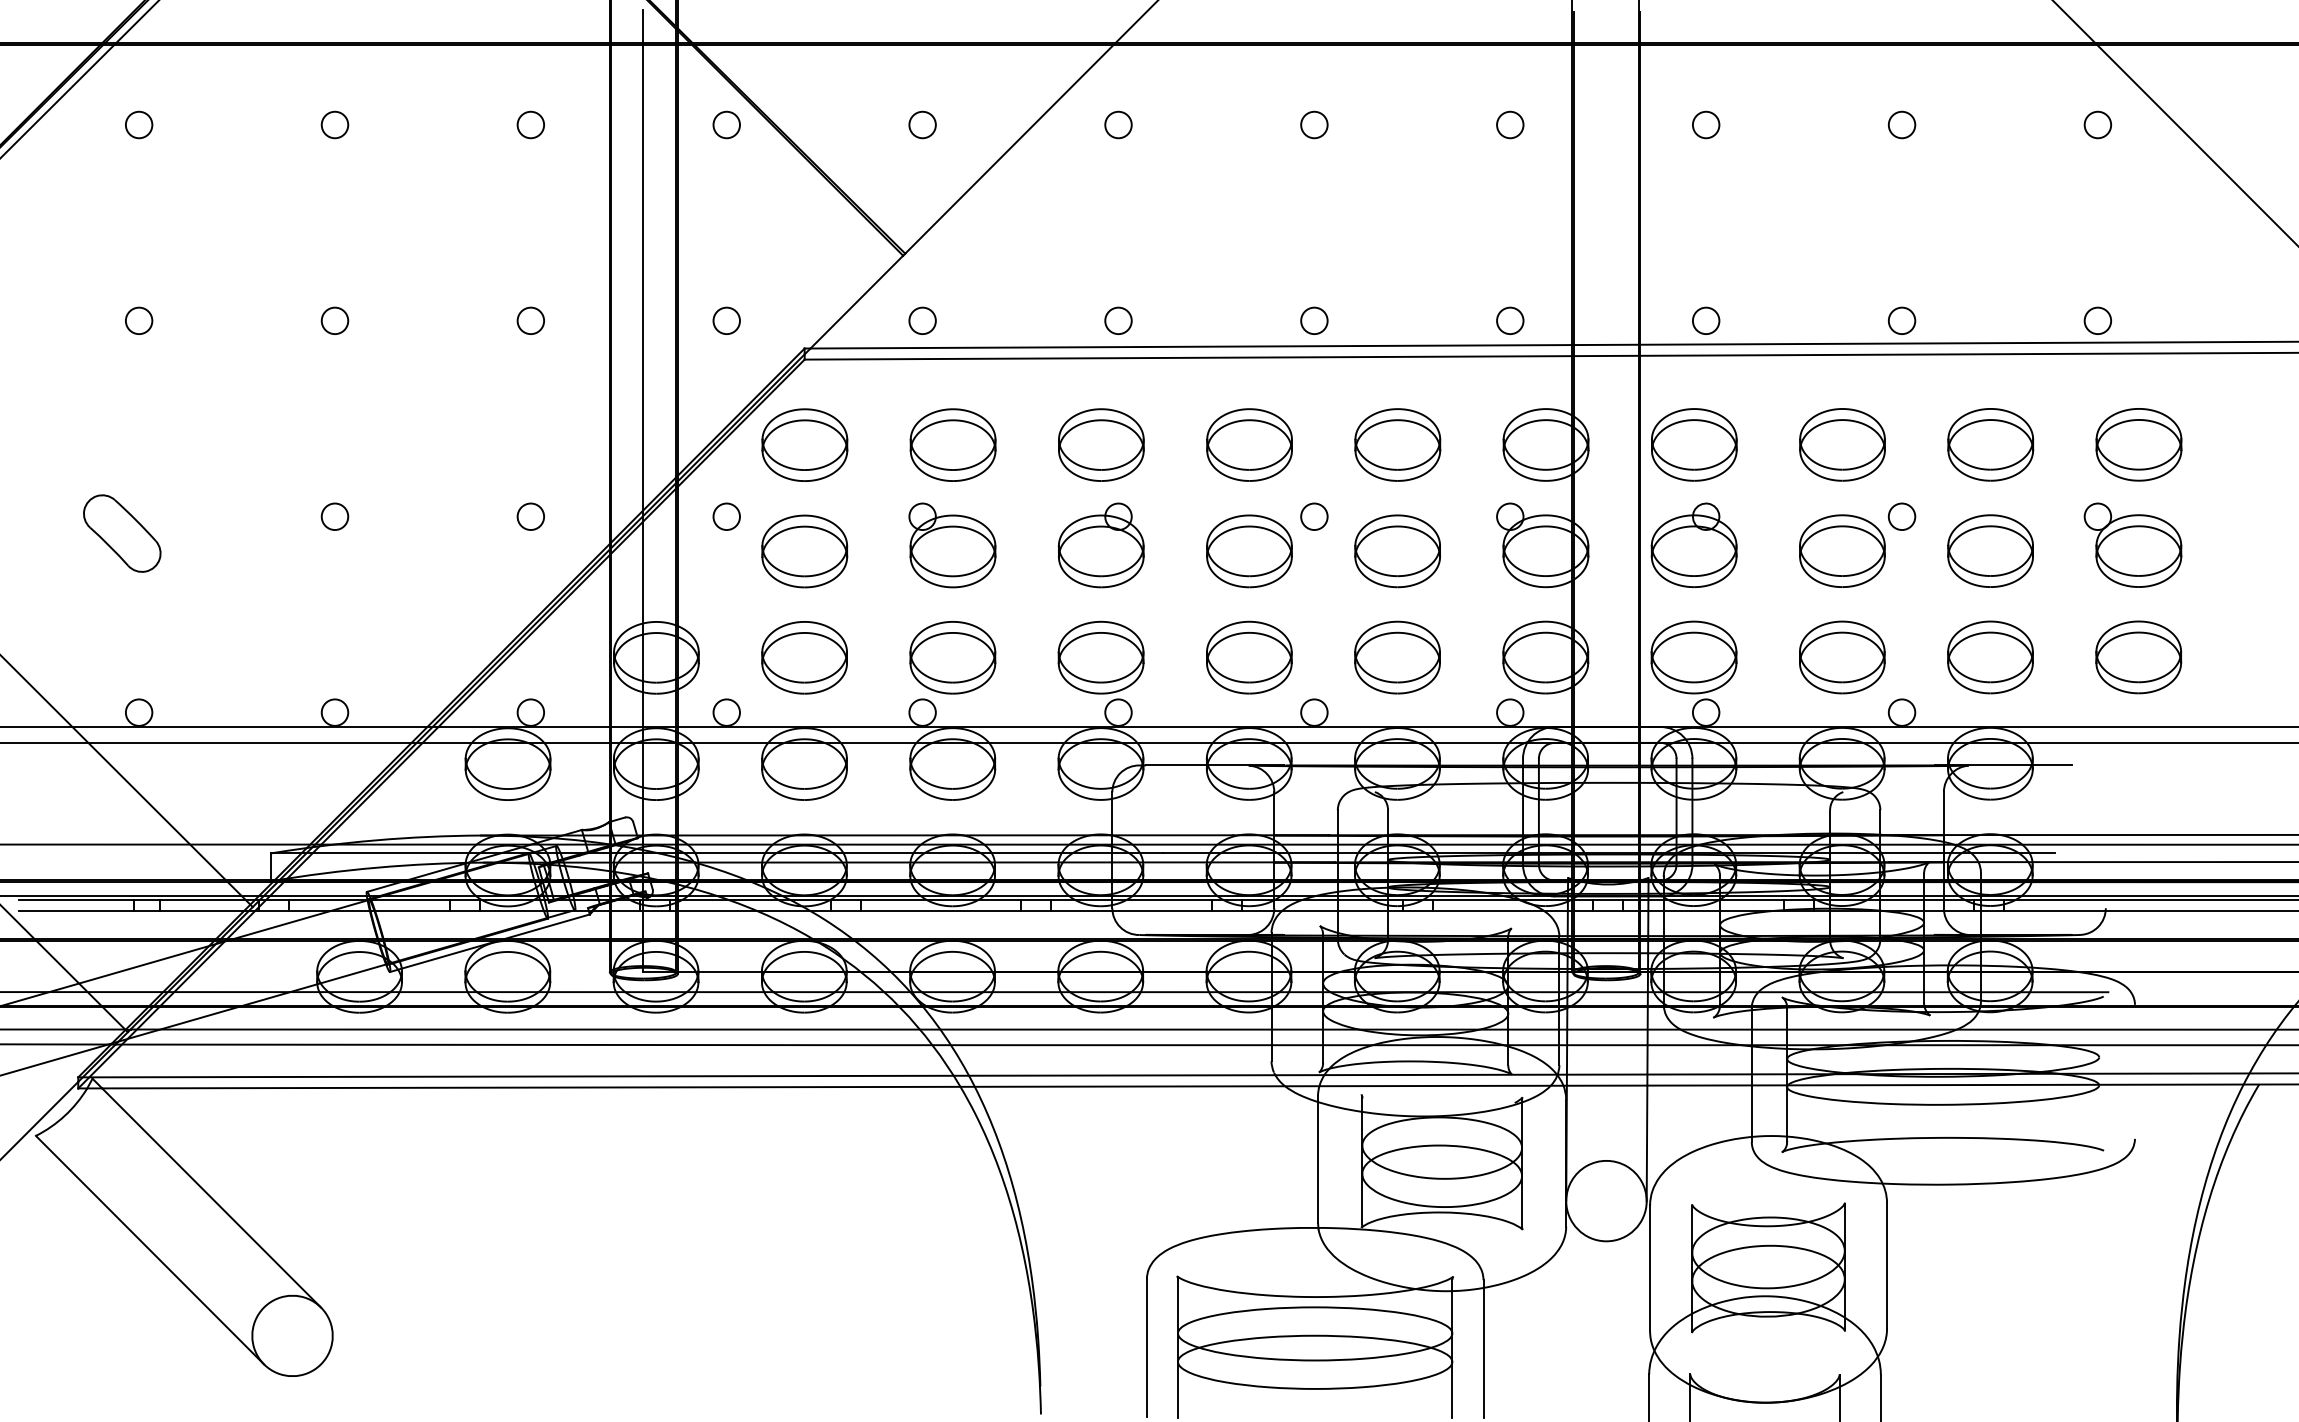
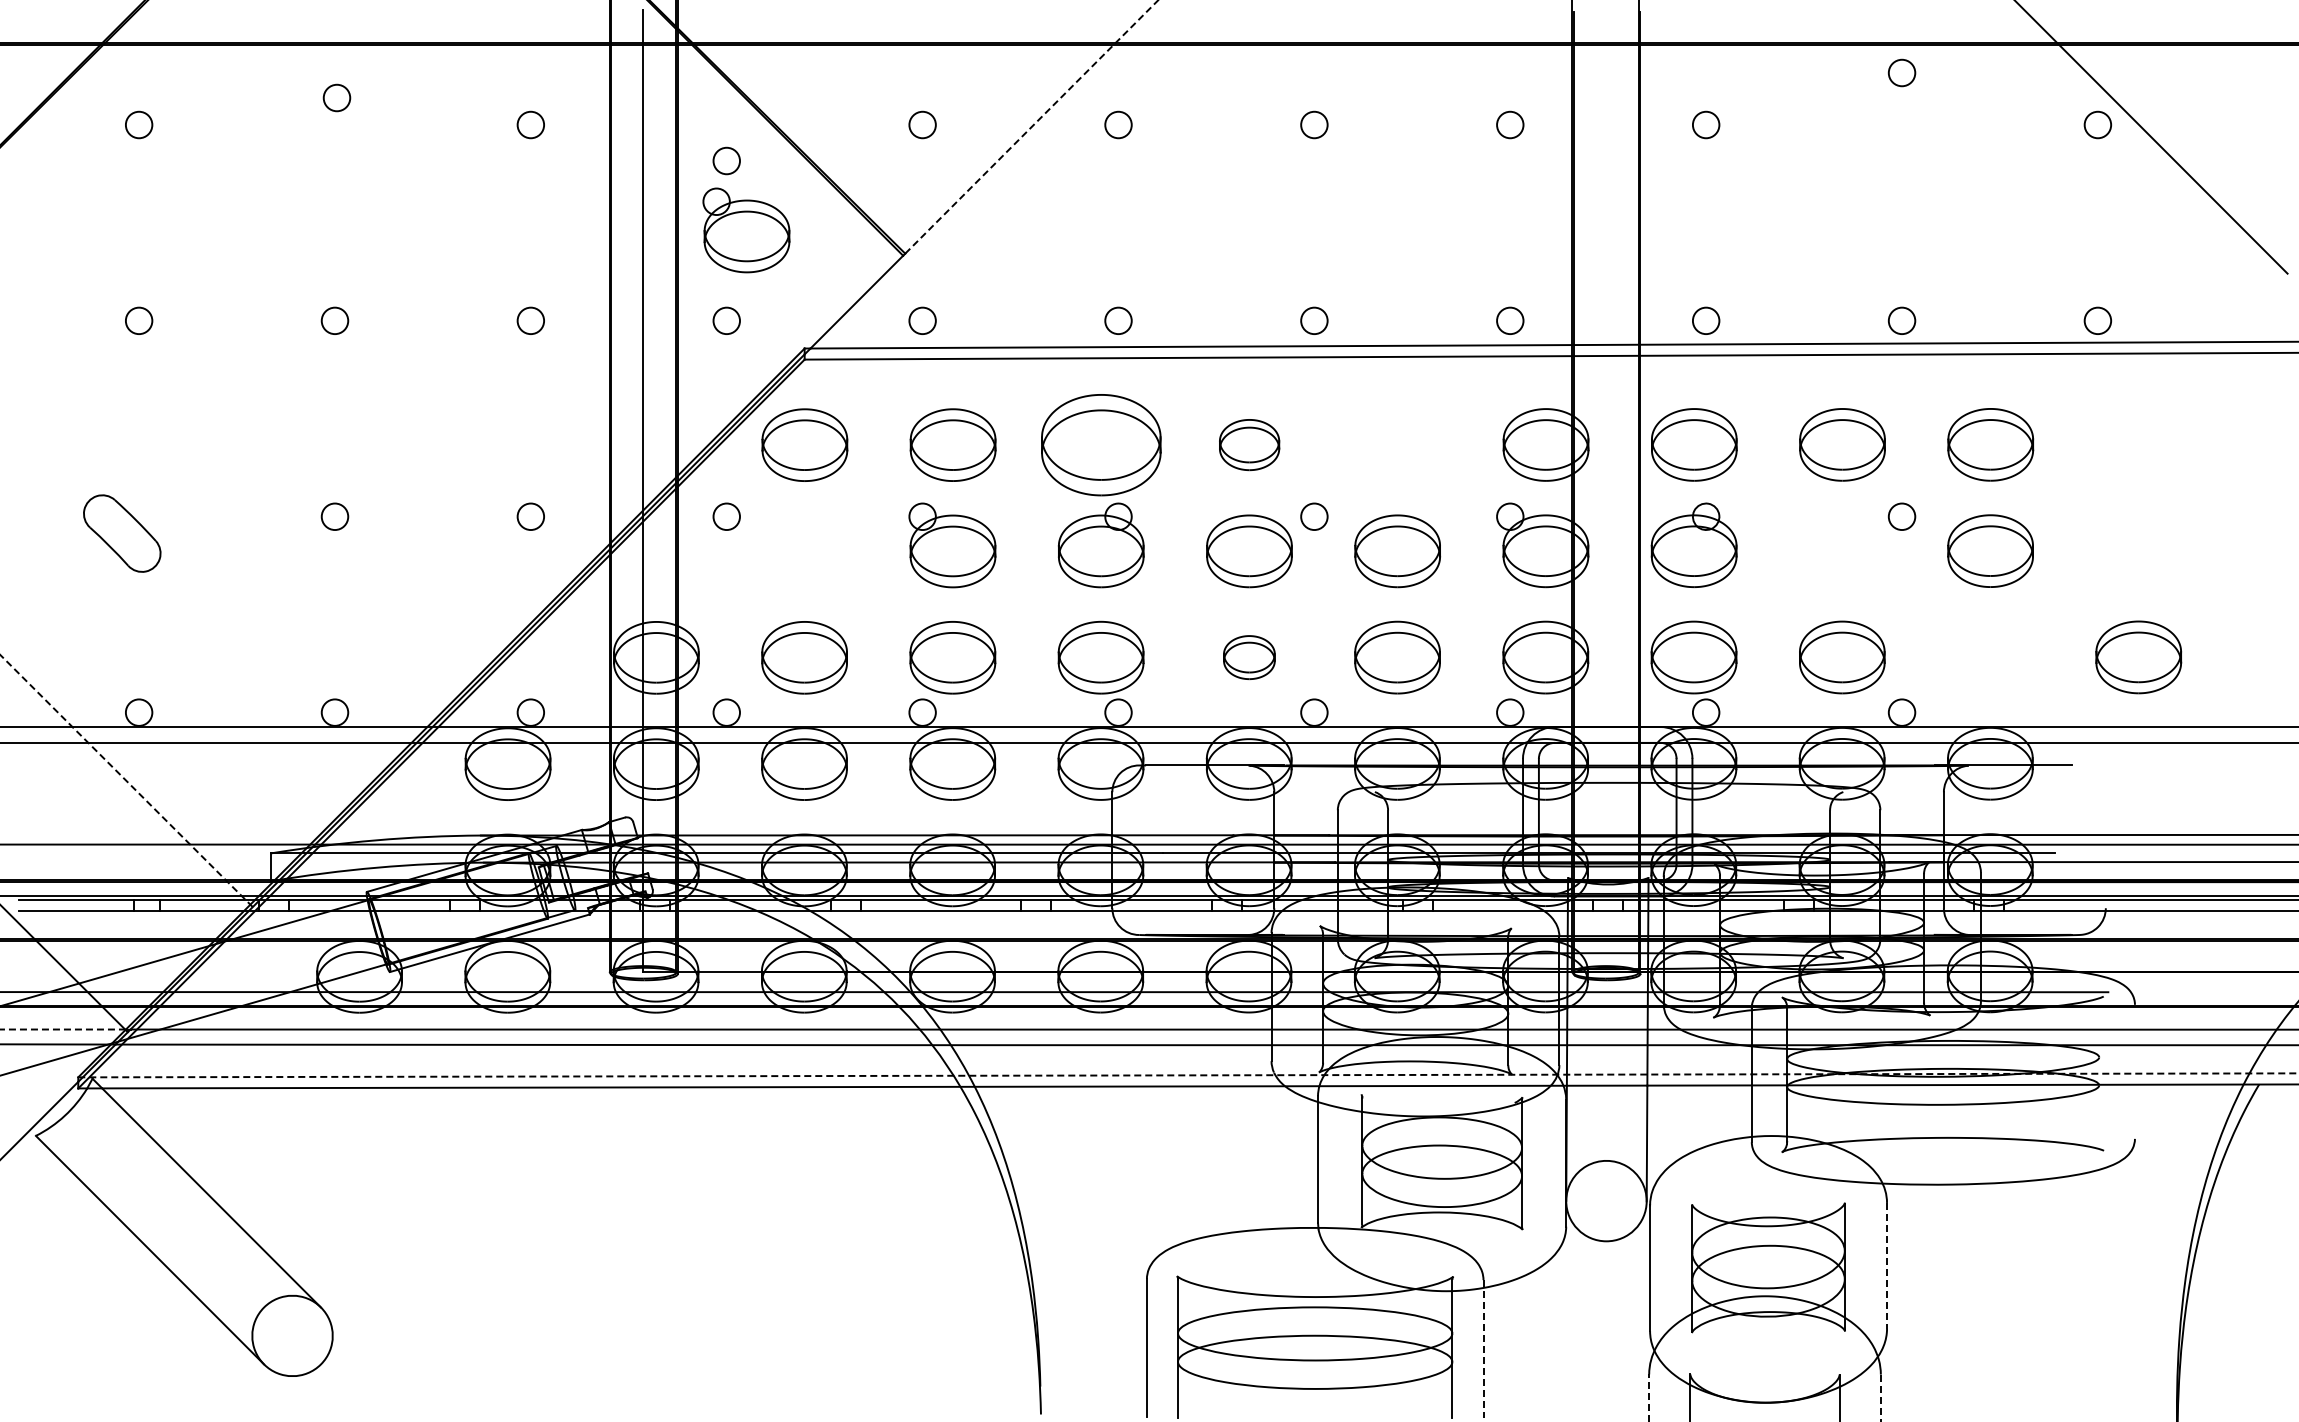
line at (79, 79): present -> none
line at (2174, 123) position: (2174, 123) -> (2151, 137)
circle at (334, 124) position: (334, 124) -> (336, 97)
circle at (726, 124) position: (726, 124) -> (726, 160)
circle at (1901, 124) position: (1901, 124) -> (1901, 72)
line at (1031, 127): solid -> dashed
part at (746, 230): none -> present
part at (1101, 444) size: 87x74 px -> 121x103 px
part at (1249, 444) size: 87x74 px -> 62x53 px
part at (1397, 444): present -> none
part at (2138, 444): present -> none
part at (2132, 544): present -> none
part at (1842, 550): present -> none
part at (804, 551): present -> none
part at (1249, 657) size: 87x75 px -> 53x45 px
part at (1990, 657): present -> none
line at (126, 780): solid -> dashed
line at (62, 1029): solid -> dashed
line at (1188, 1075): solid -> dashed
line at (1887, 1265): solid -> dashed
line at (1483, 1349): solid -> dashed
line at (1649, 1397): solid -> dashed
line at (1880, 1398): solid -> dashed
